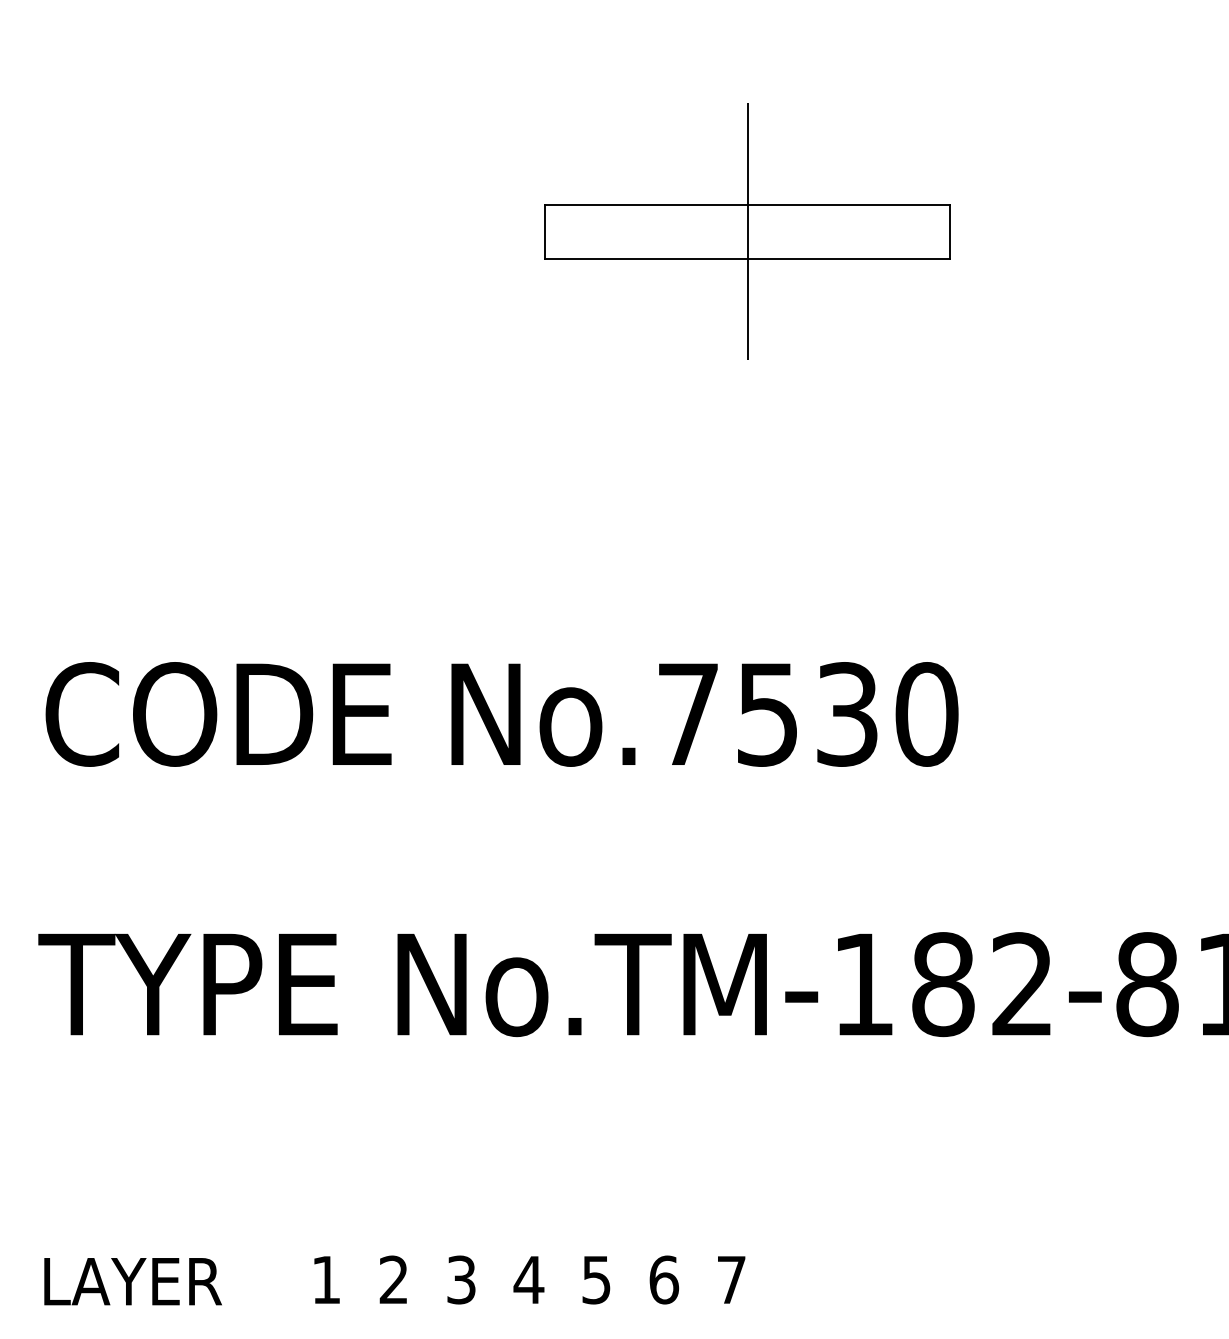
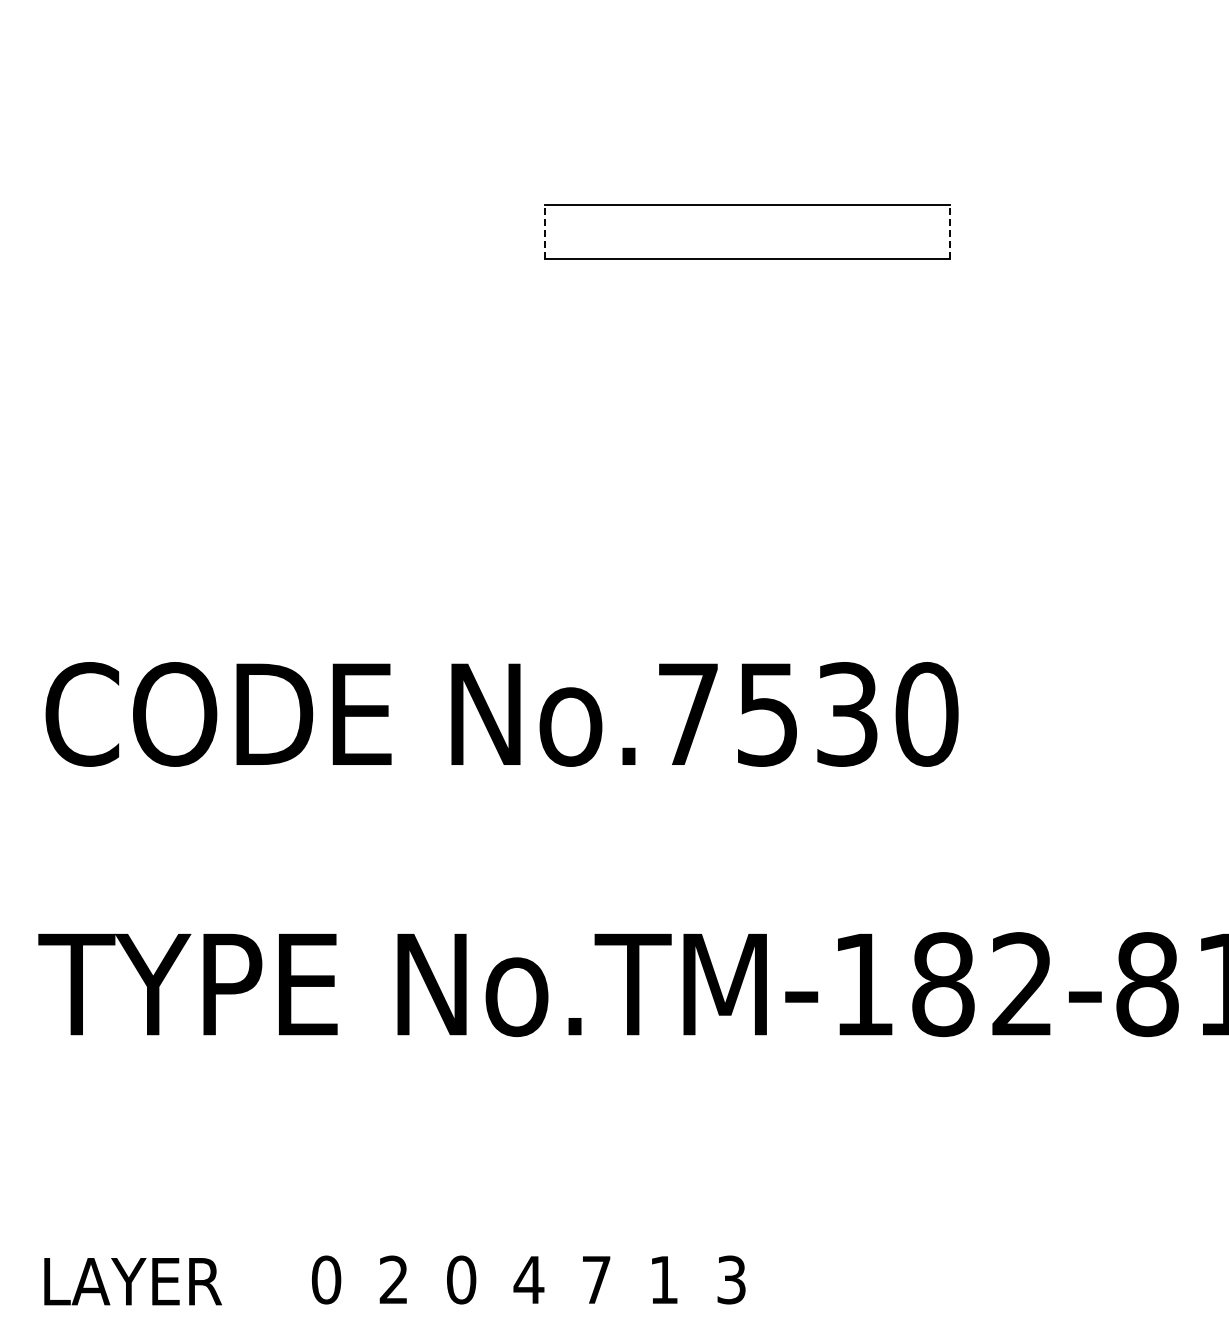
line at (545, 231): solid -> dashed
line at (747, 231): present -> none
line at (950, 231): solid -> dashed
text at (326, 1279): 1 -> 0
text at (461, 1279): 3 -> 0
text at (664, 1279): 6 -> 1
text at (731, 1279): 7 -> 3
text at (596, 1280): 5 -> 7
